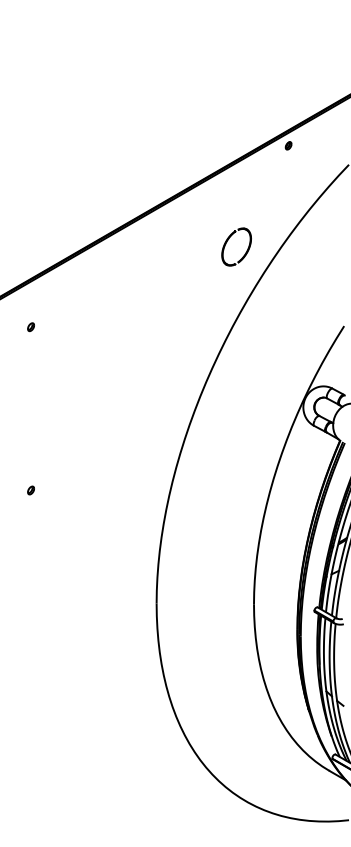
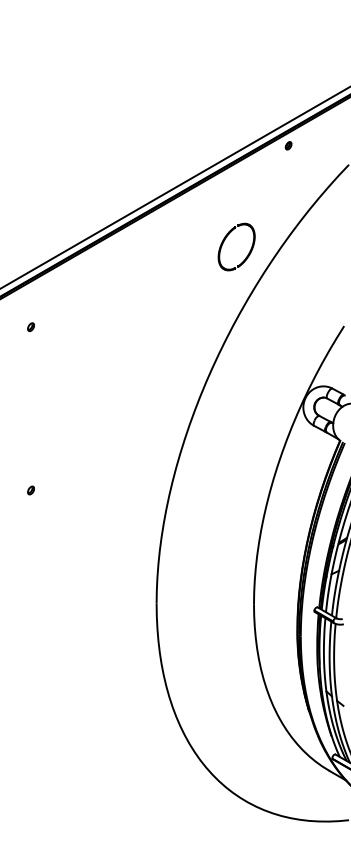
line at (174, 187): none -> present
part at (236, 246) size: 31x40 px -> 39x50 px
